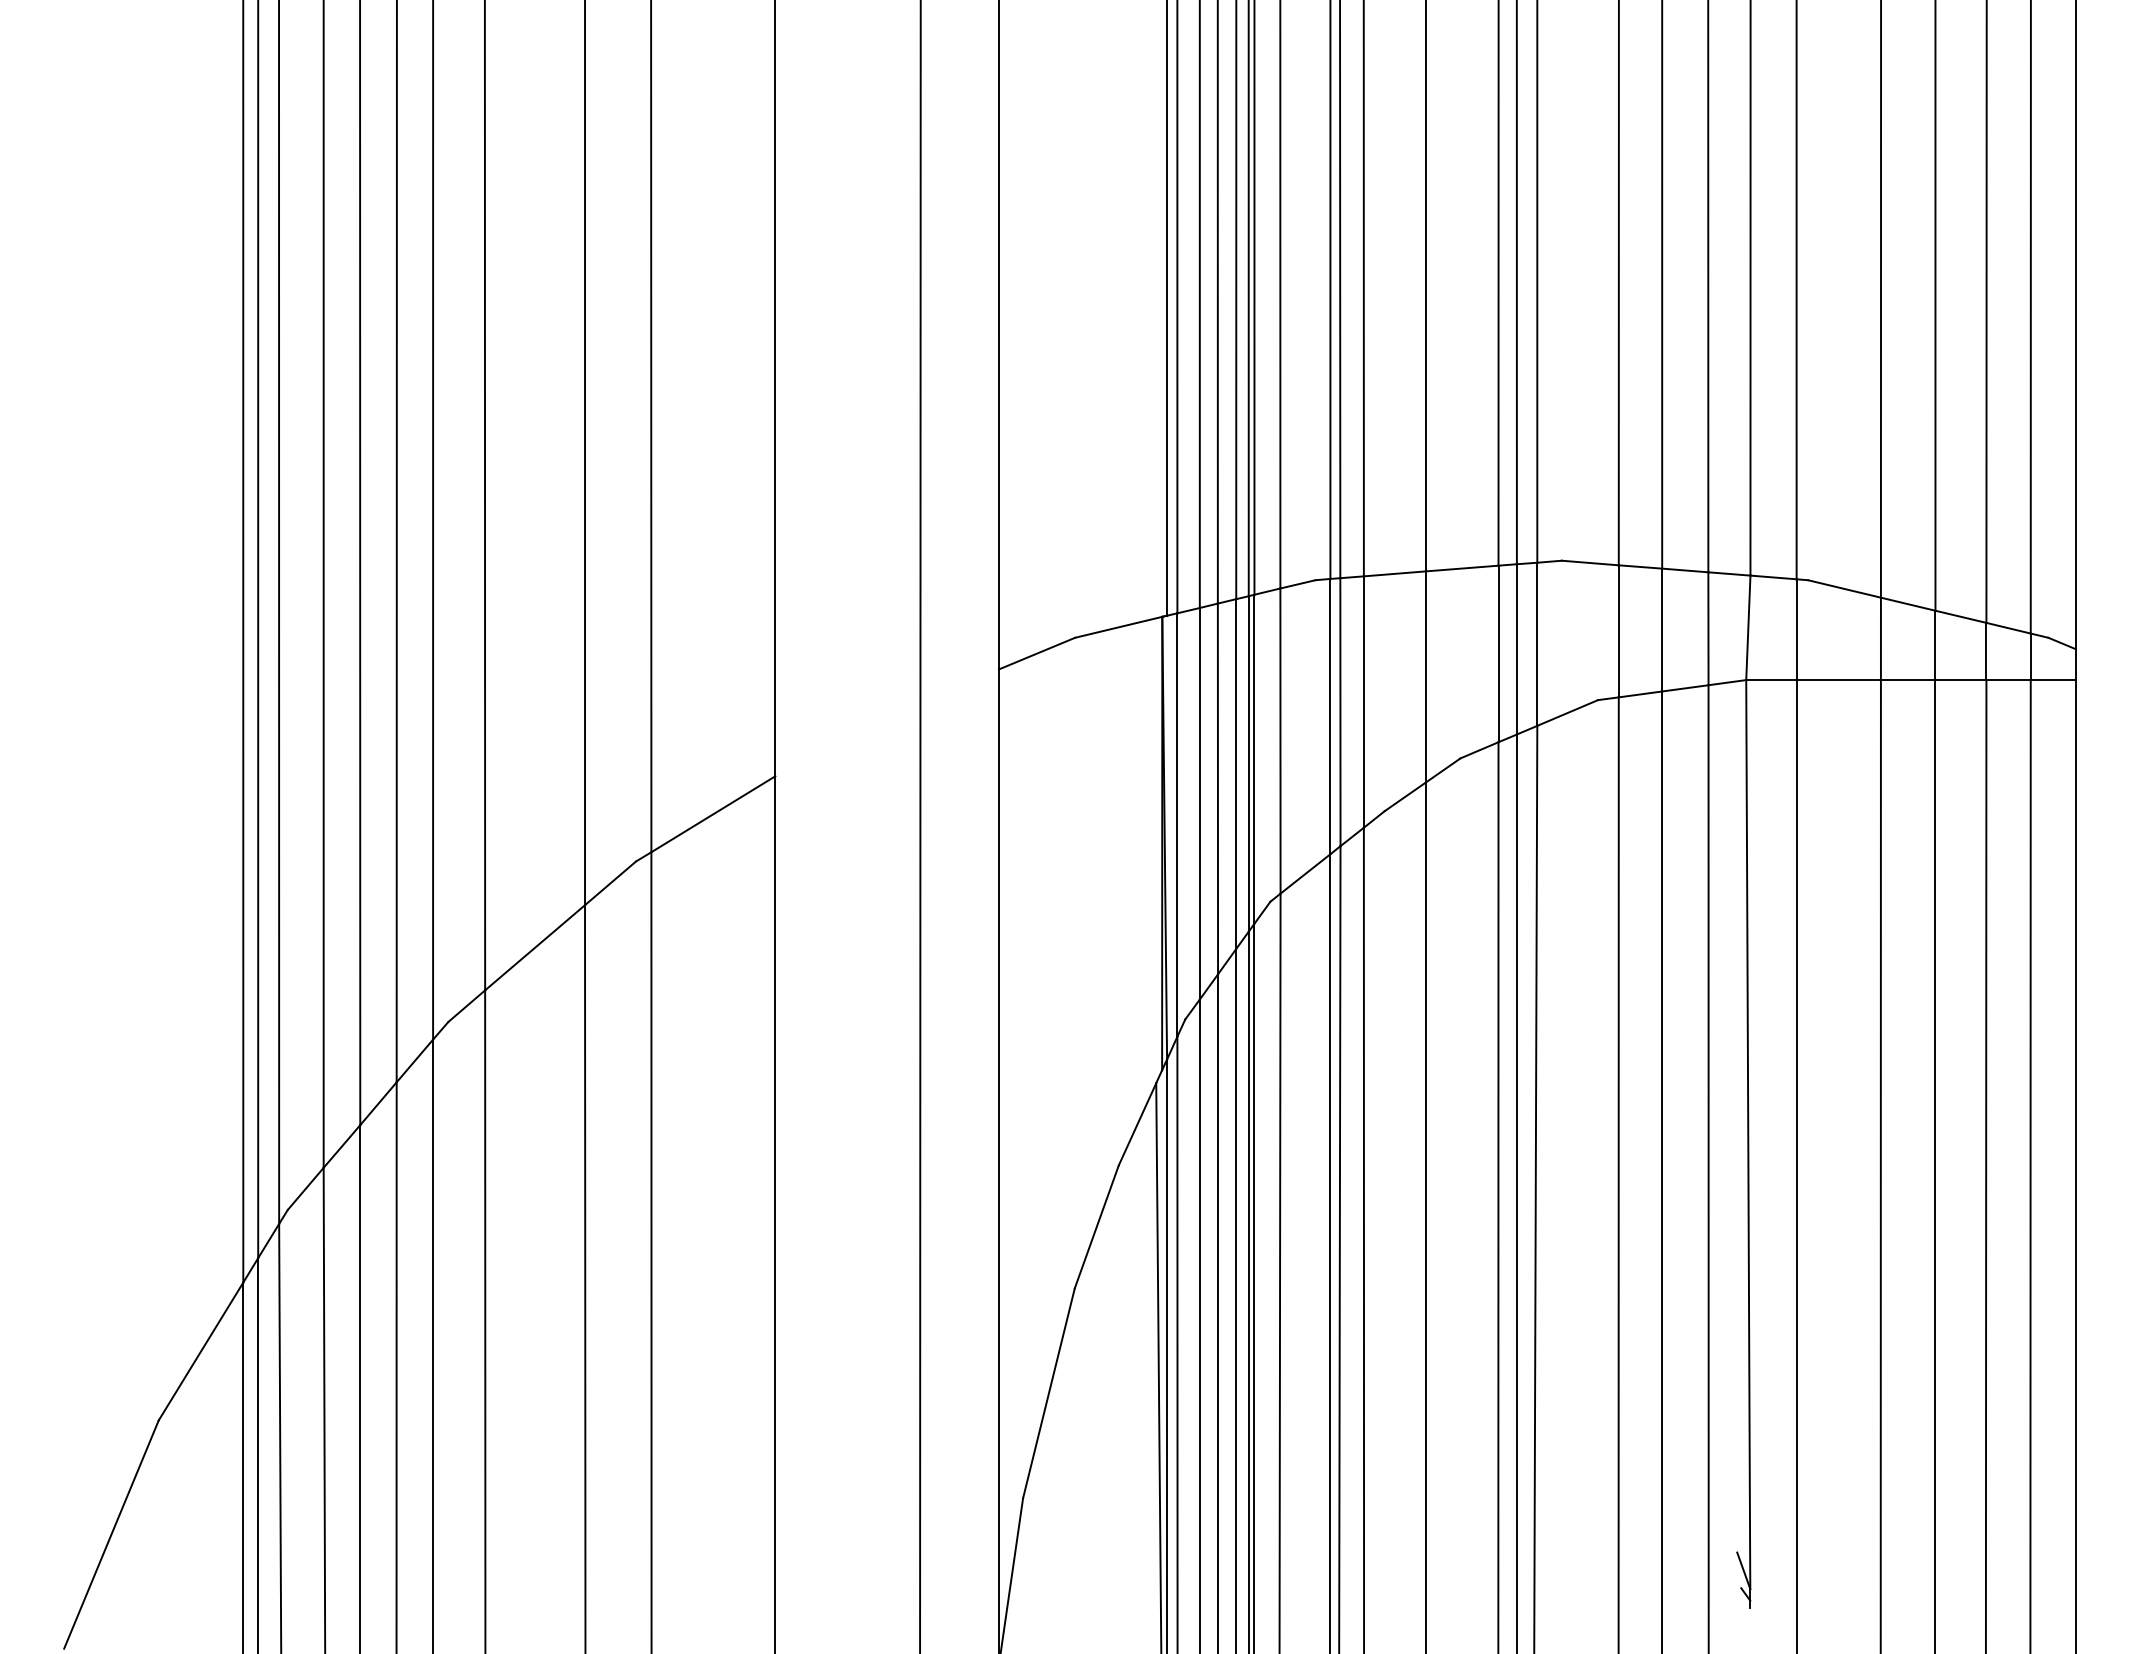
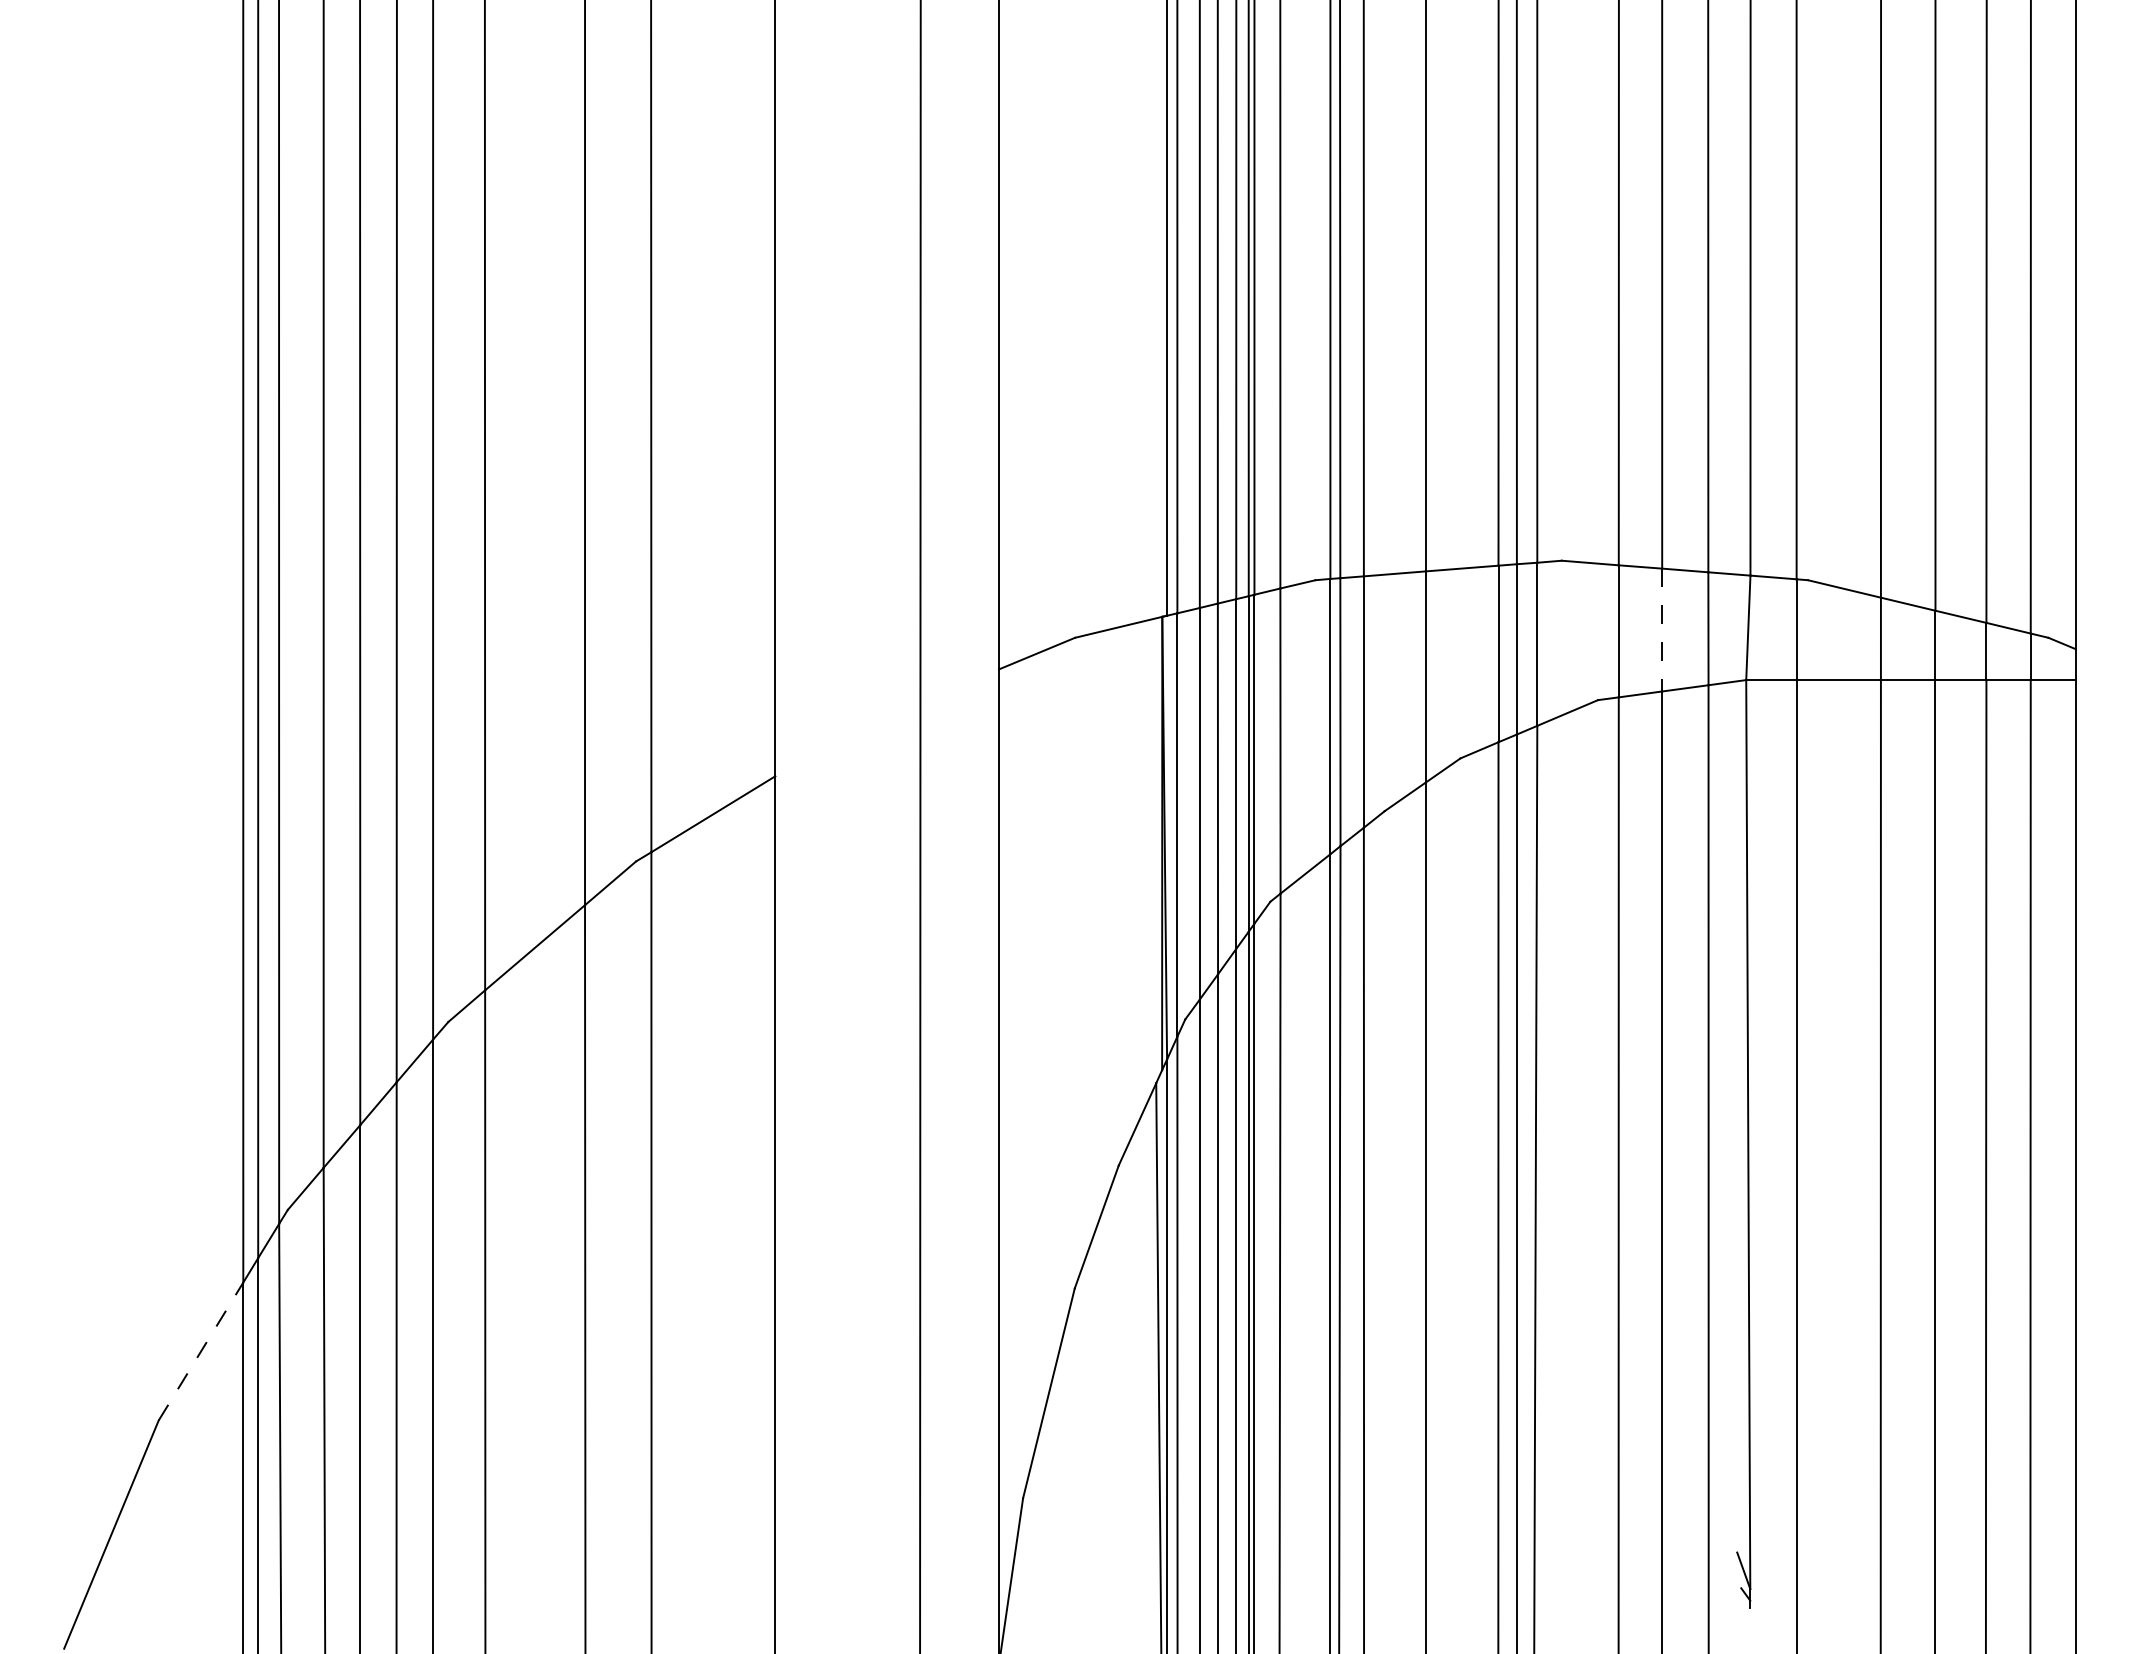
line at (1662, 630): solid -> dashed
line at (201, 1351): solid -> dashed
